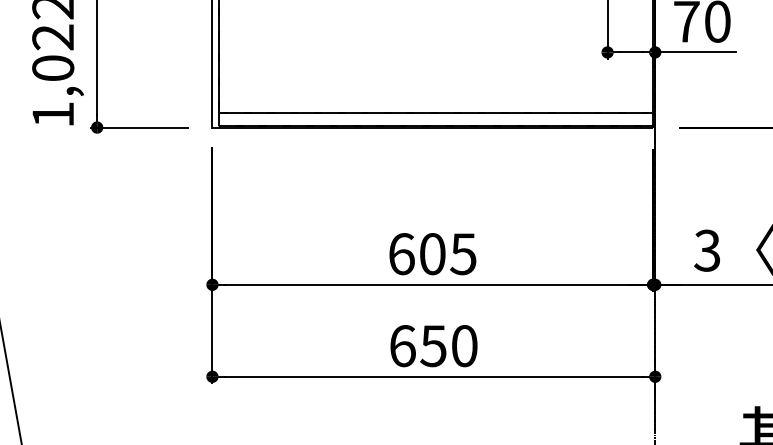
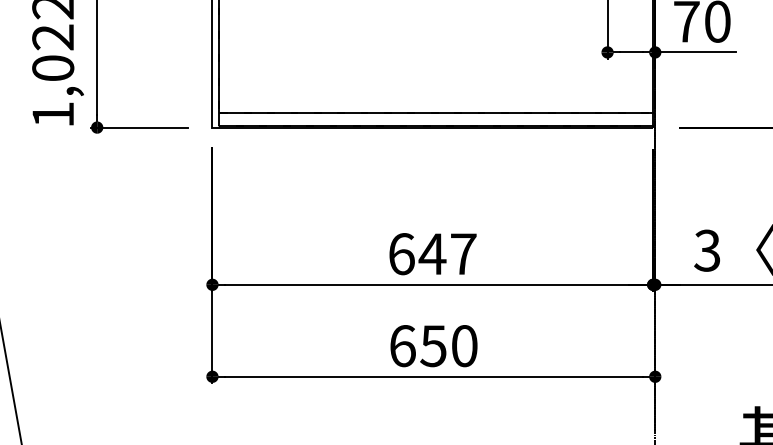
text at (447, 254): 605 -> 647
